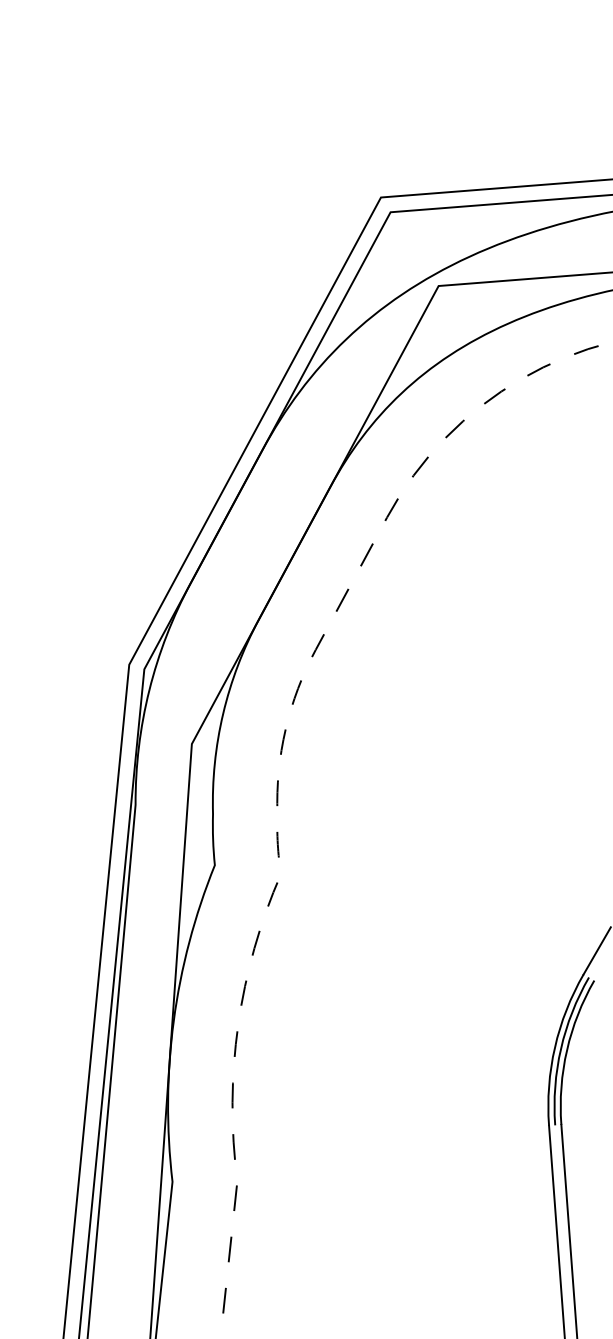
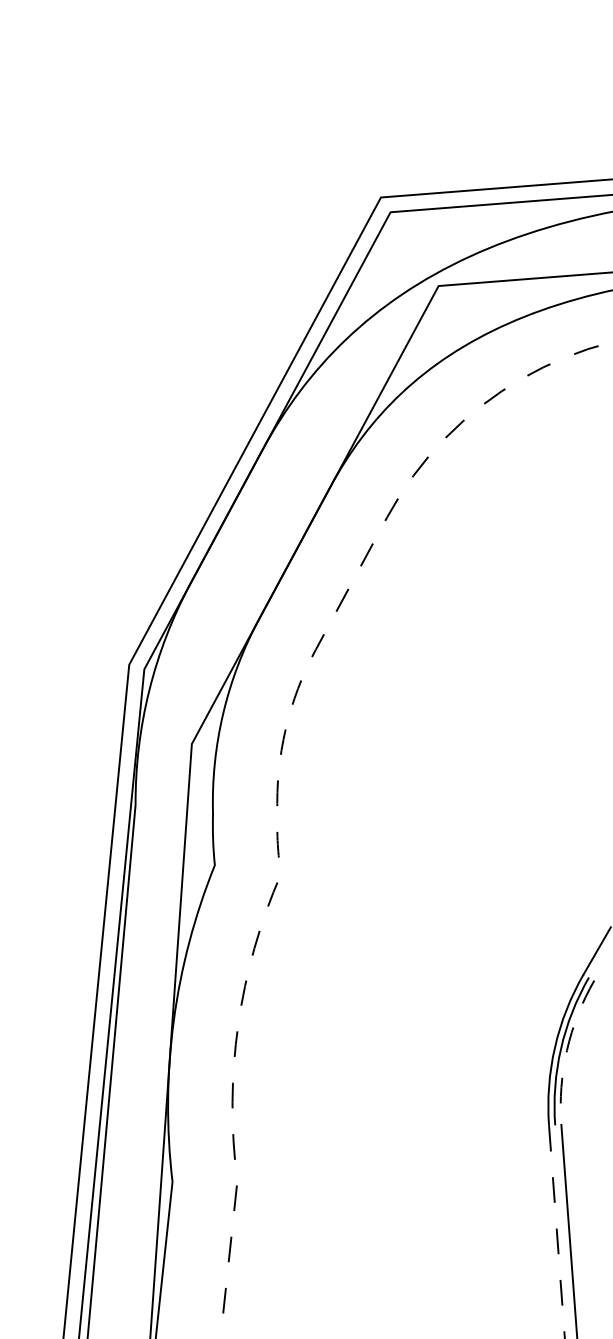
arc at (567, 1050): solid -> dashed
line at (556, 1232): solid -> dashed
